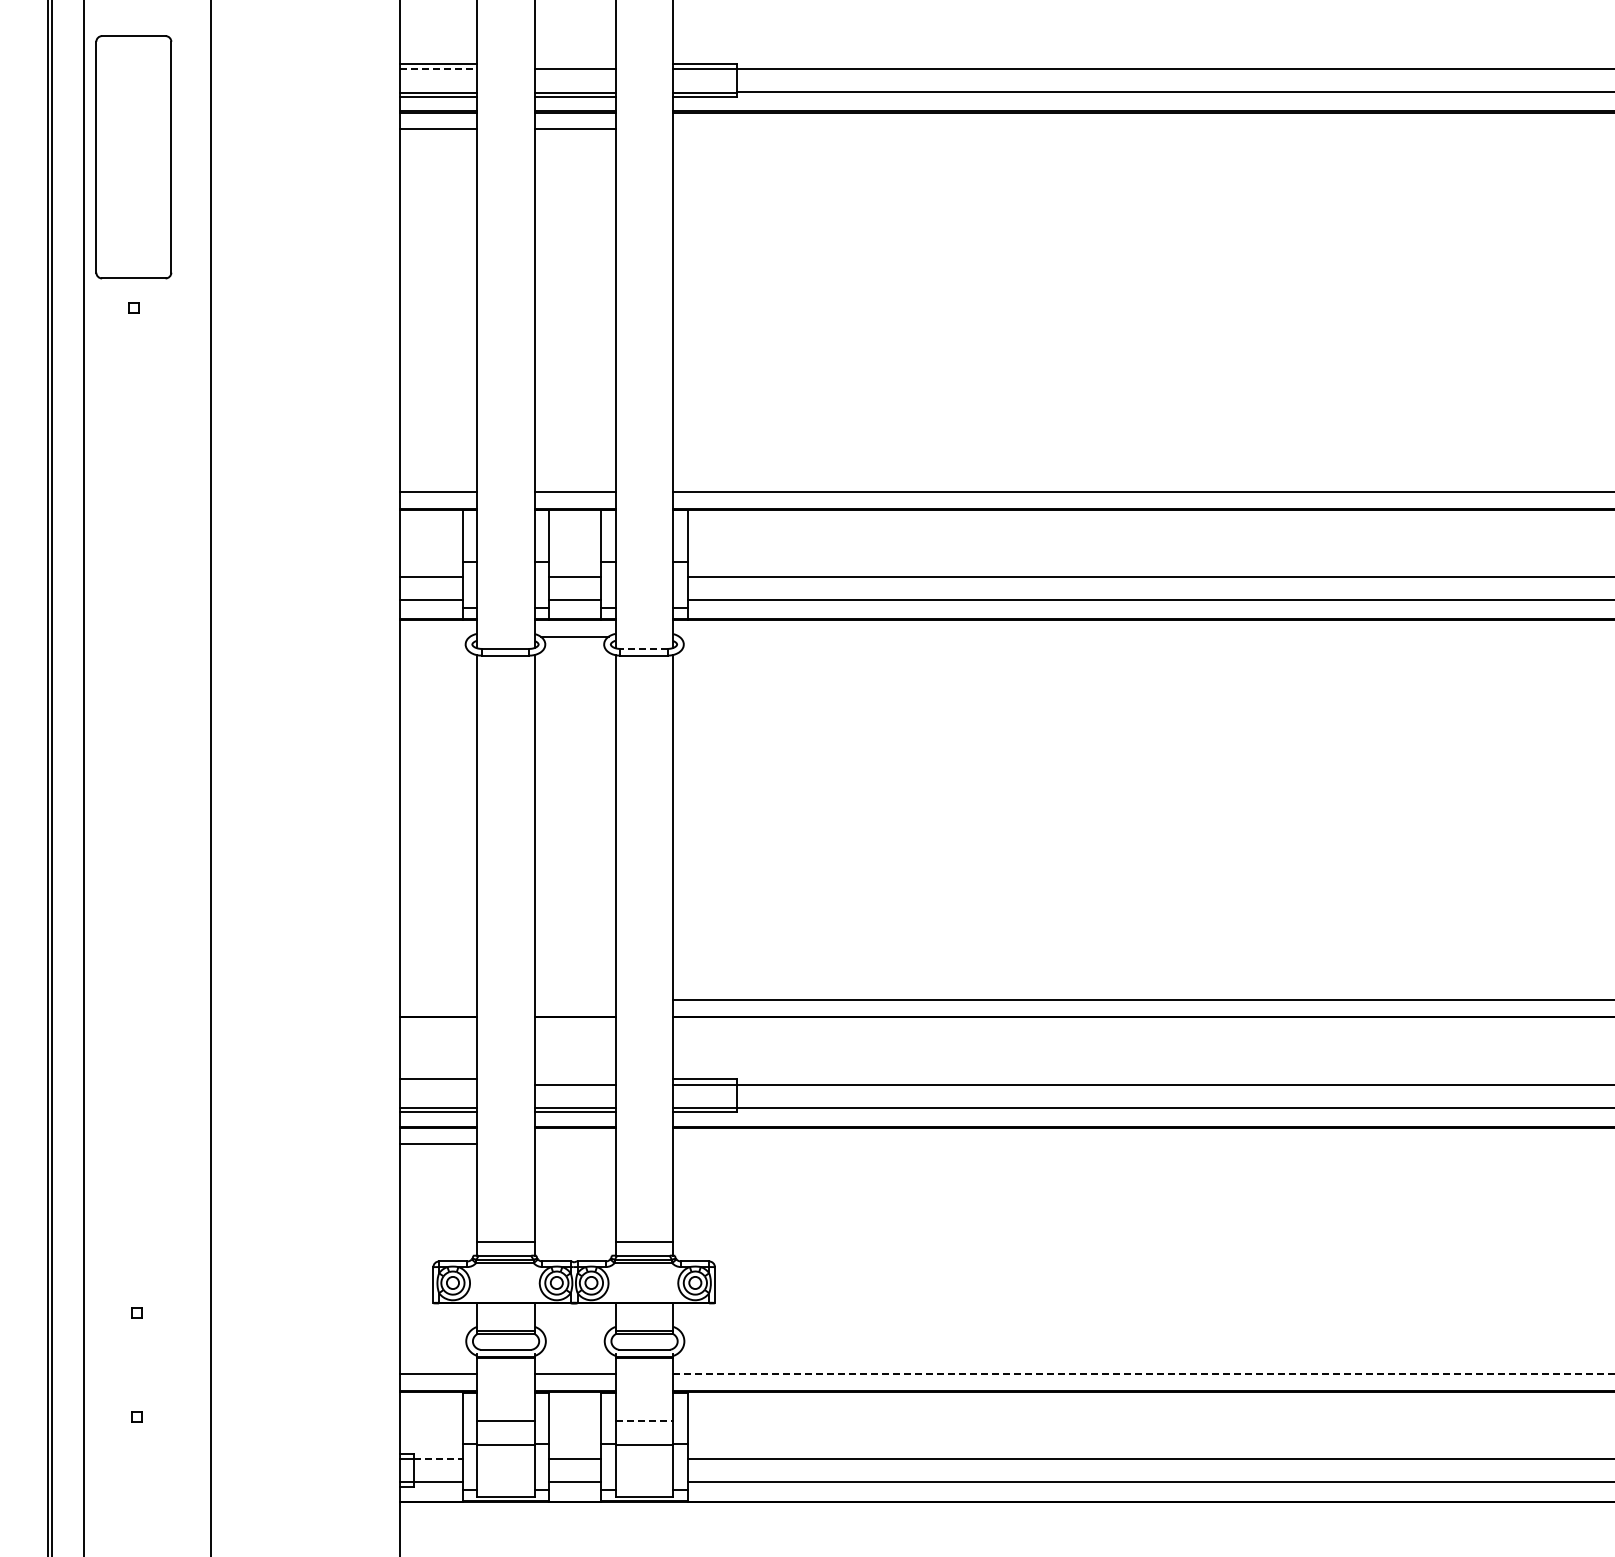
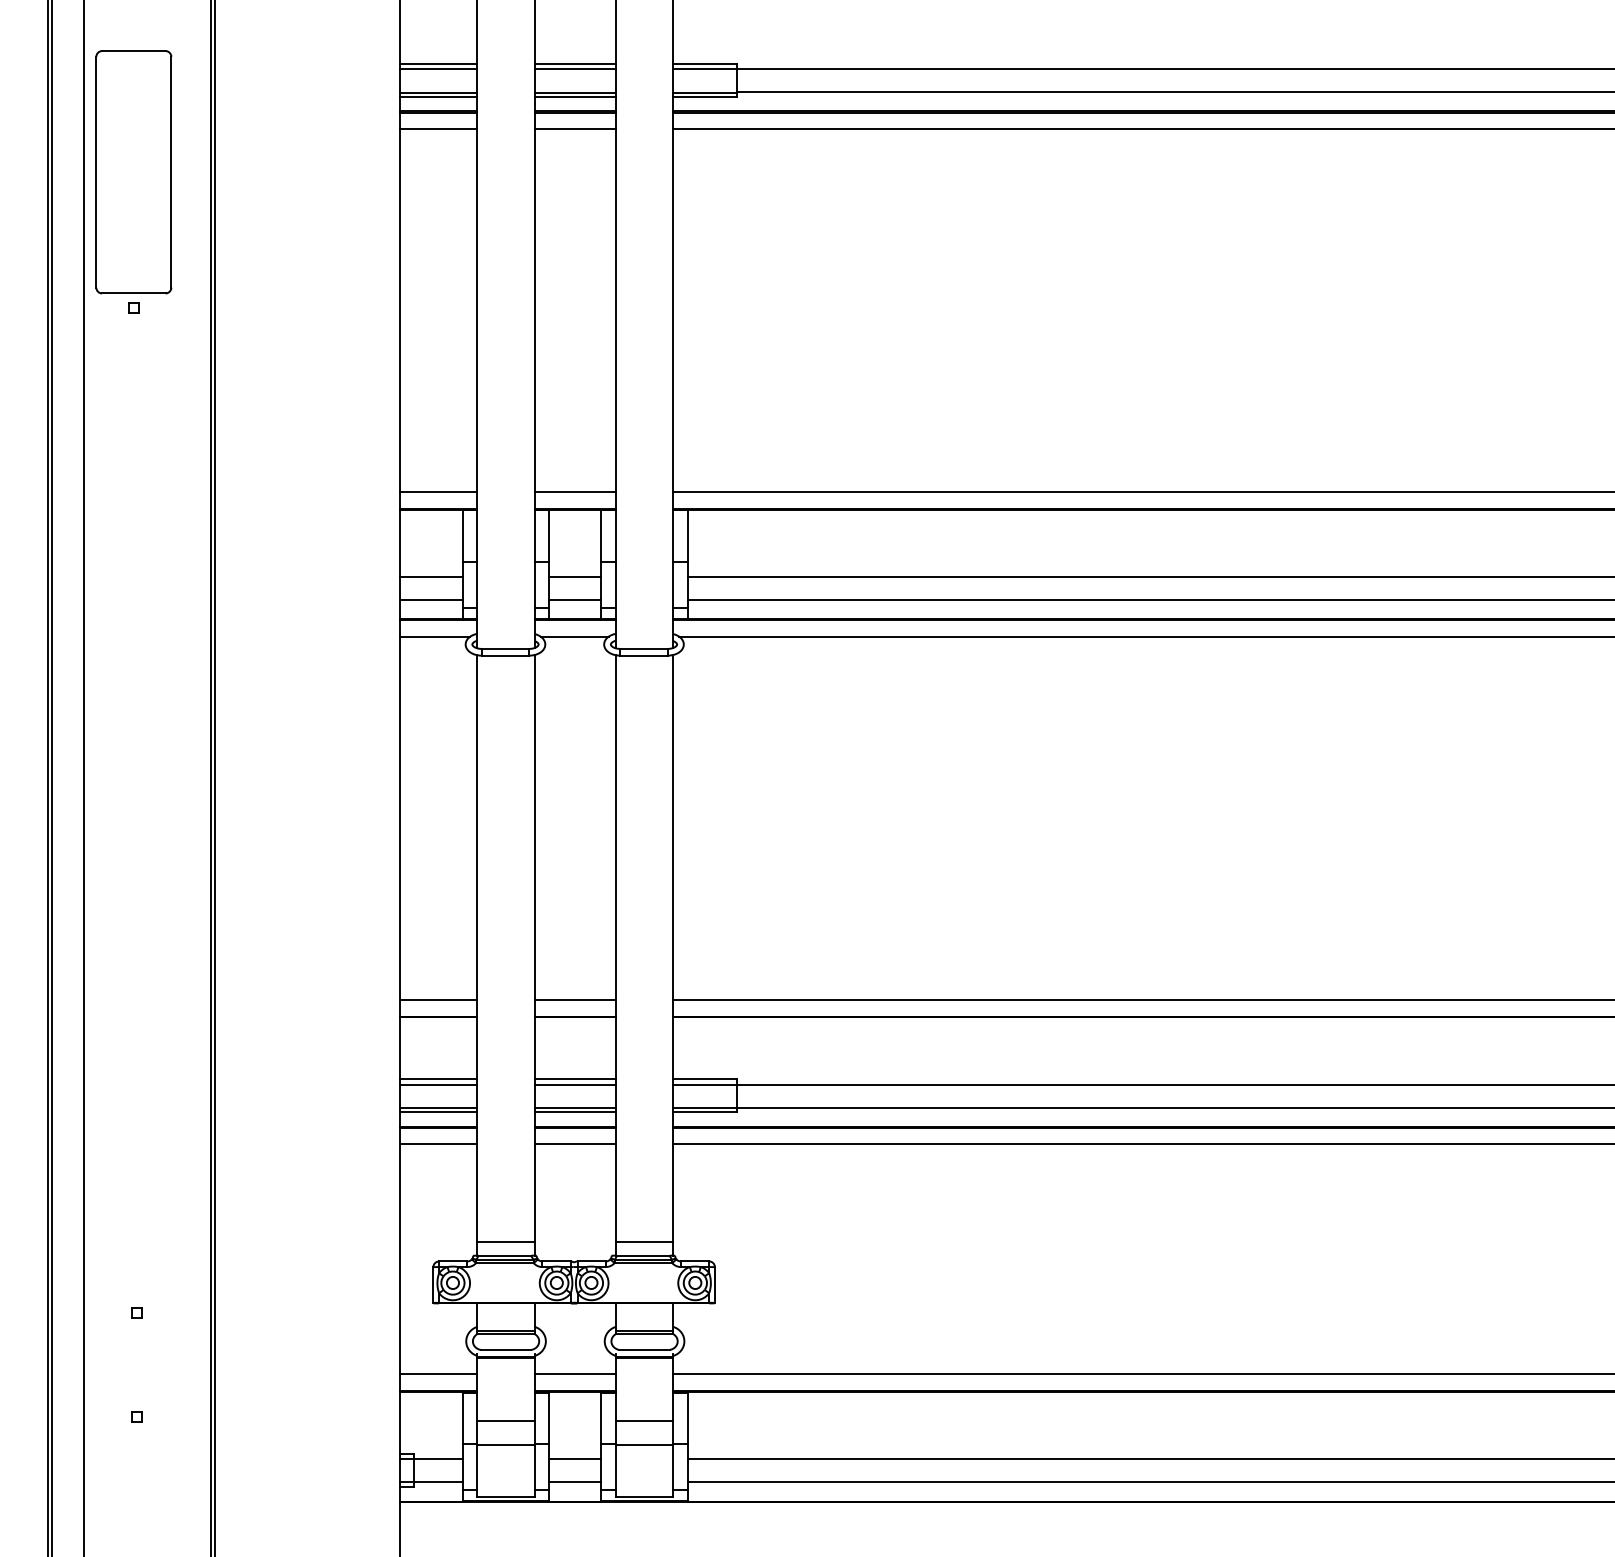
line at (574, 63): none -> present
line at (438, 69): dashed -> solid
line at (1142, 129): none -> present
part at (133, 157) position: (133, 157) -> (133, 172)
line at (434, 636): none -> present
line at (1145, 636): none -> present
line at (643, 648): dashed -> solid
line at (215, 777): none -> present
line at (438, 999): none -> present
line at (574, 999): none -> present
line at (574, 1079): none -> present
line at (438, 1084): none -> present
line at (574, 1144): none -> present
line at (1142, 1144): none -> present
line at (1144, 1374): dashed -> solid
line at (644, 1421): dashed -> solid
line at (439, 1459): dashed -> solid
